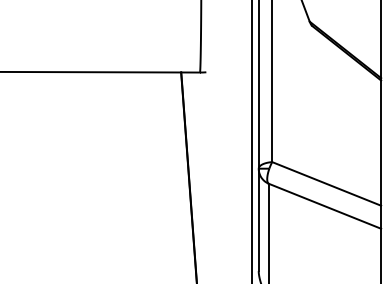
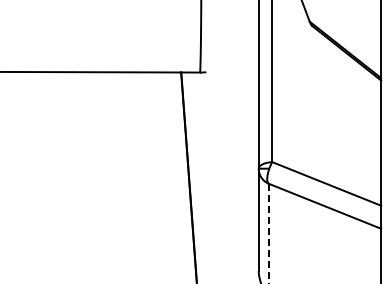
line at (252, 141): present -> none
line at (269, 233): solid -> dashed
